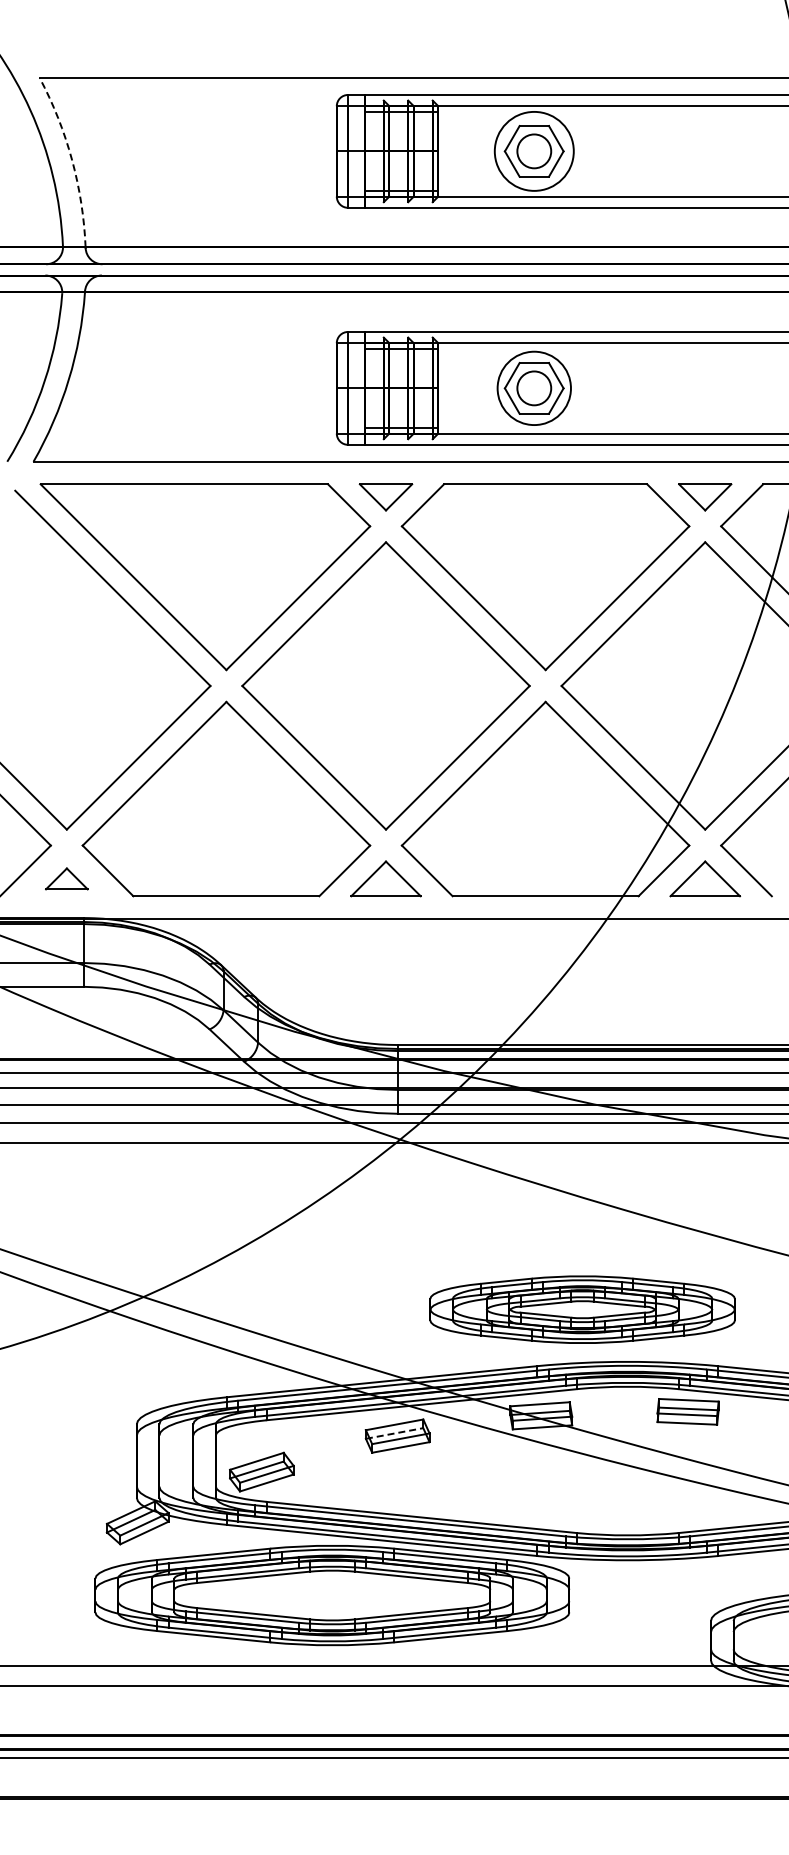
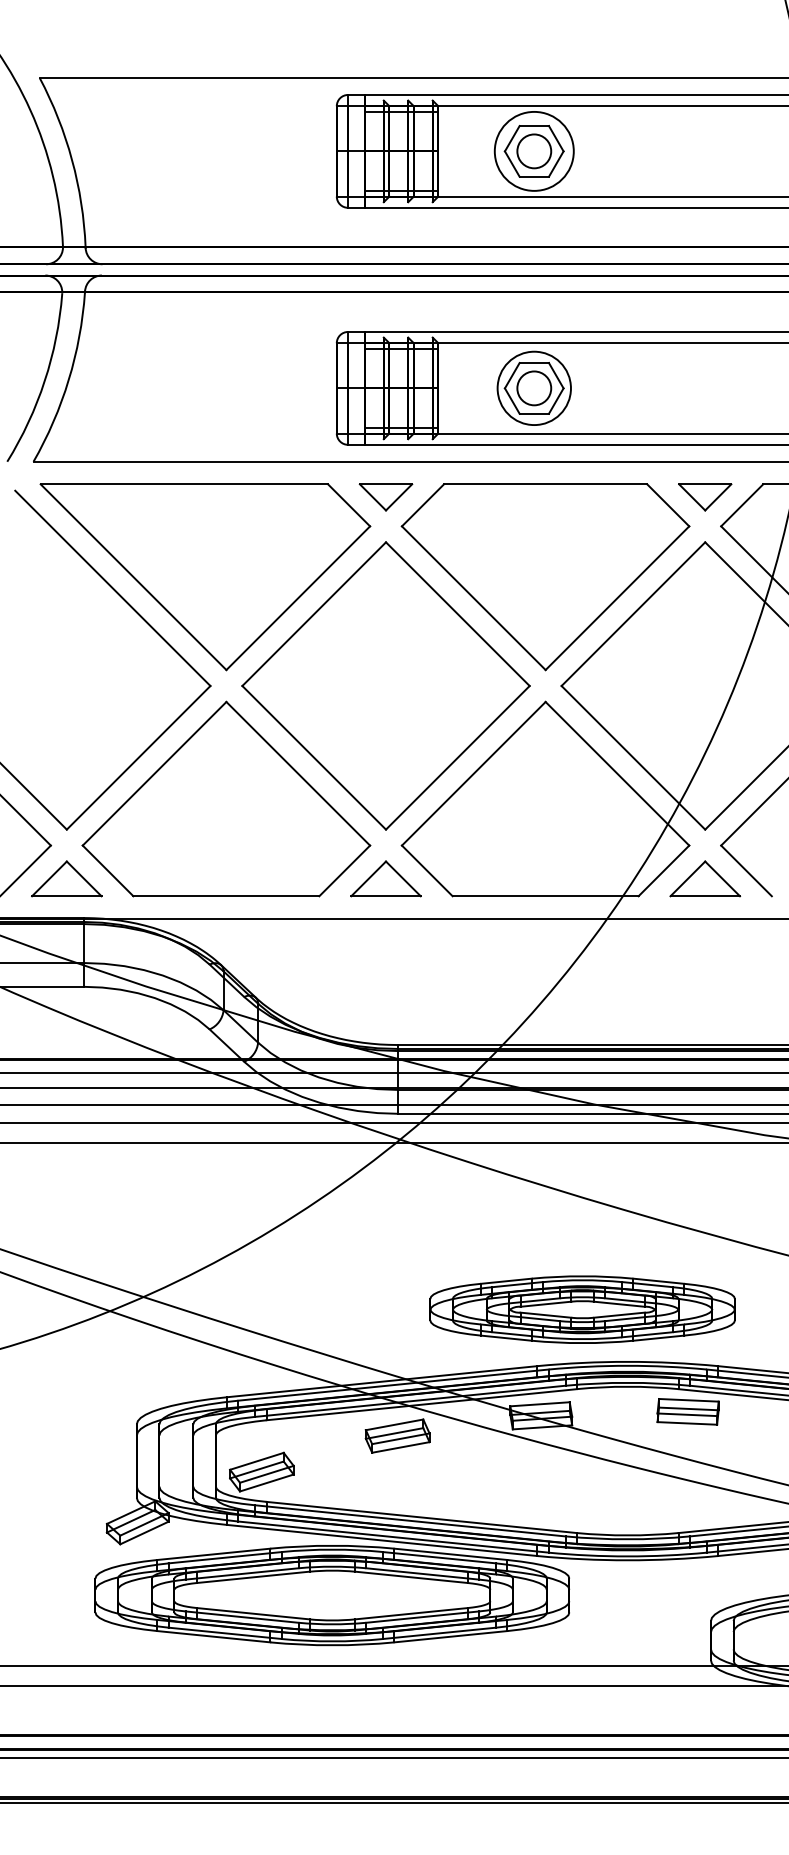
arc at (72, 160): dashed -> solid
part at (66, 878) size: 44x24 px -> 72x38 px
line at (395, 1433): dashed -> solid
line at (393, 1803): none -> present
